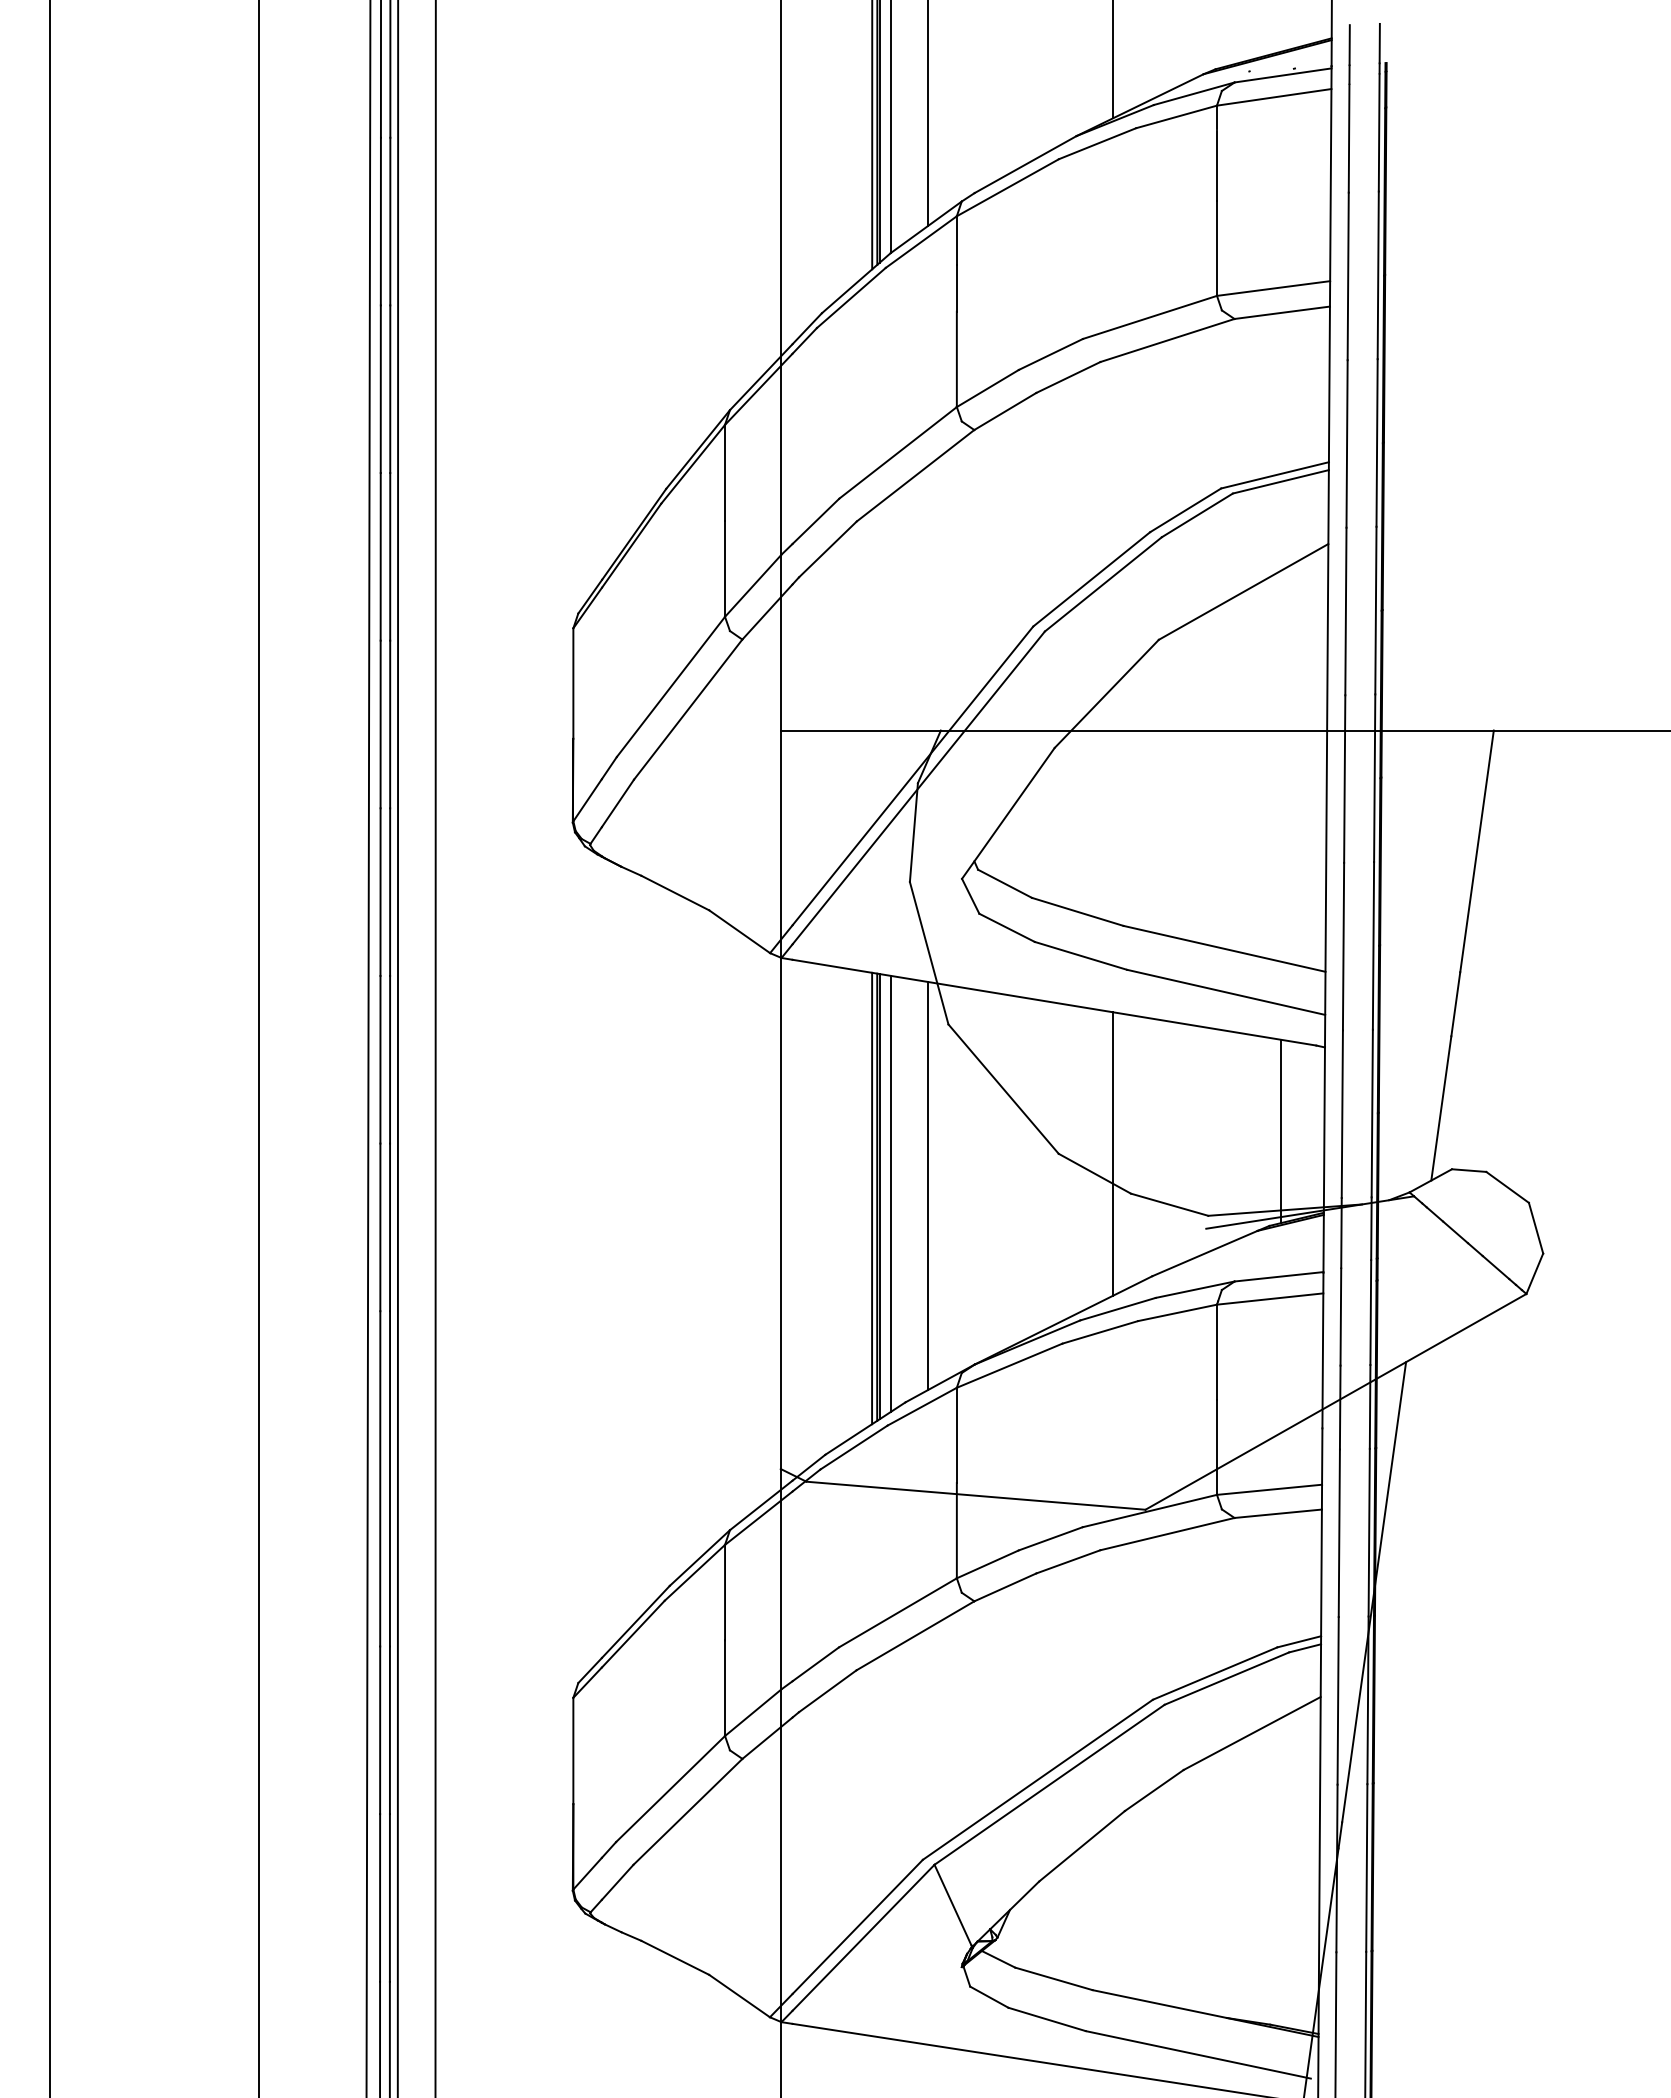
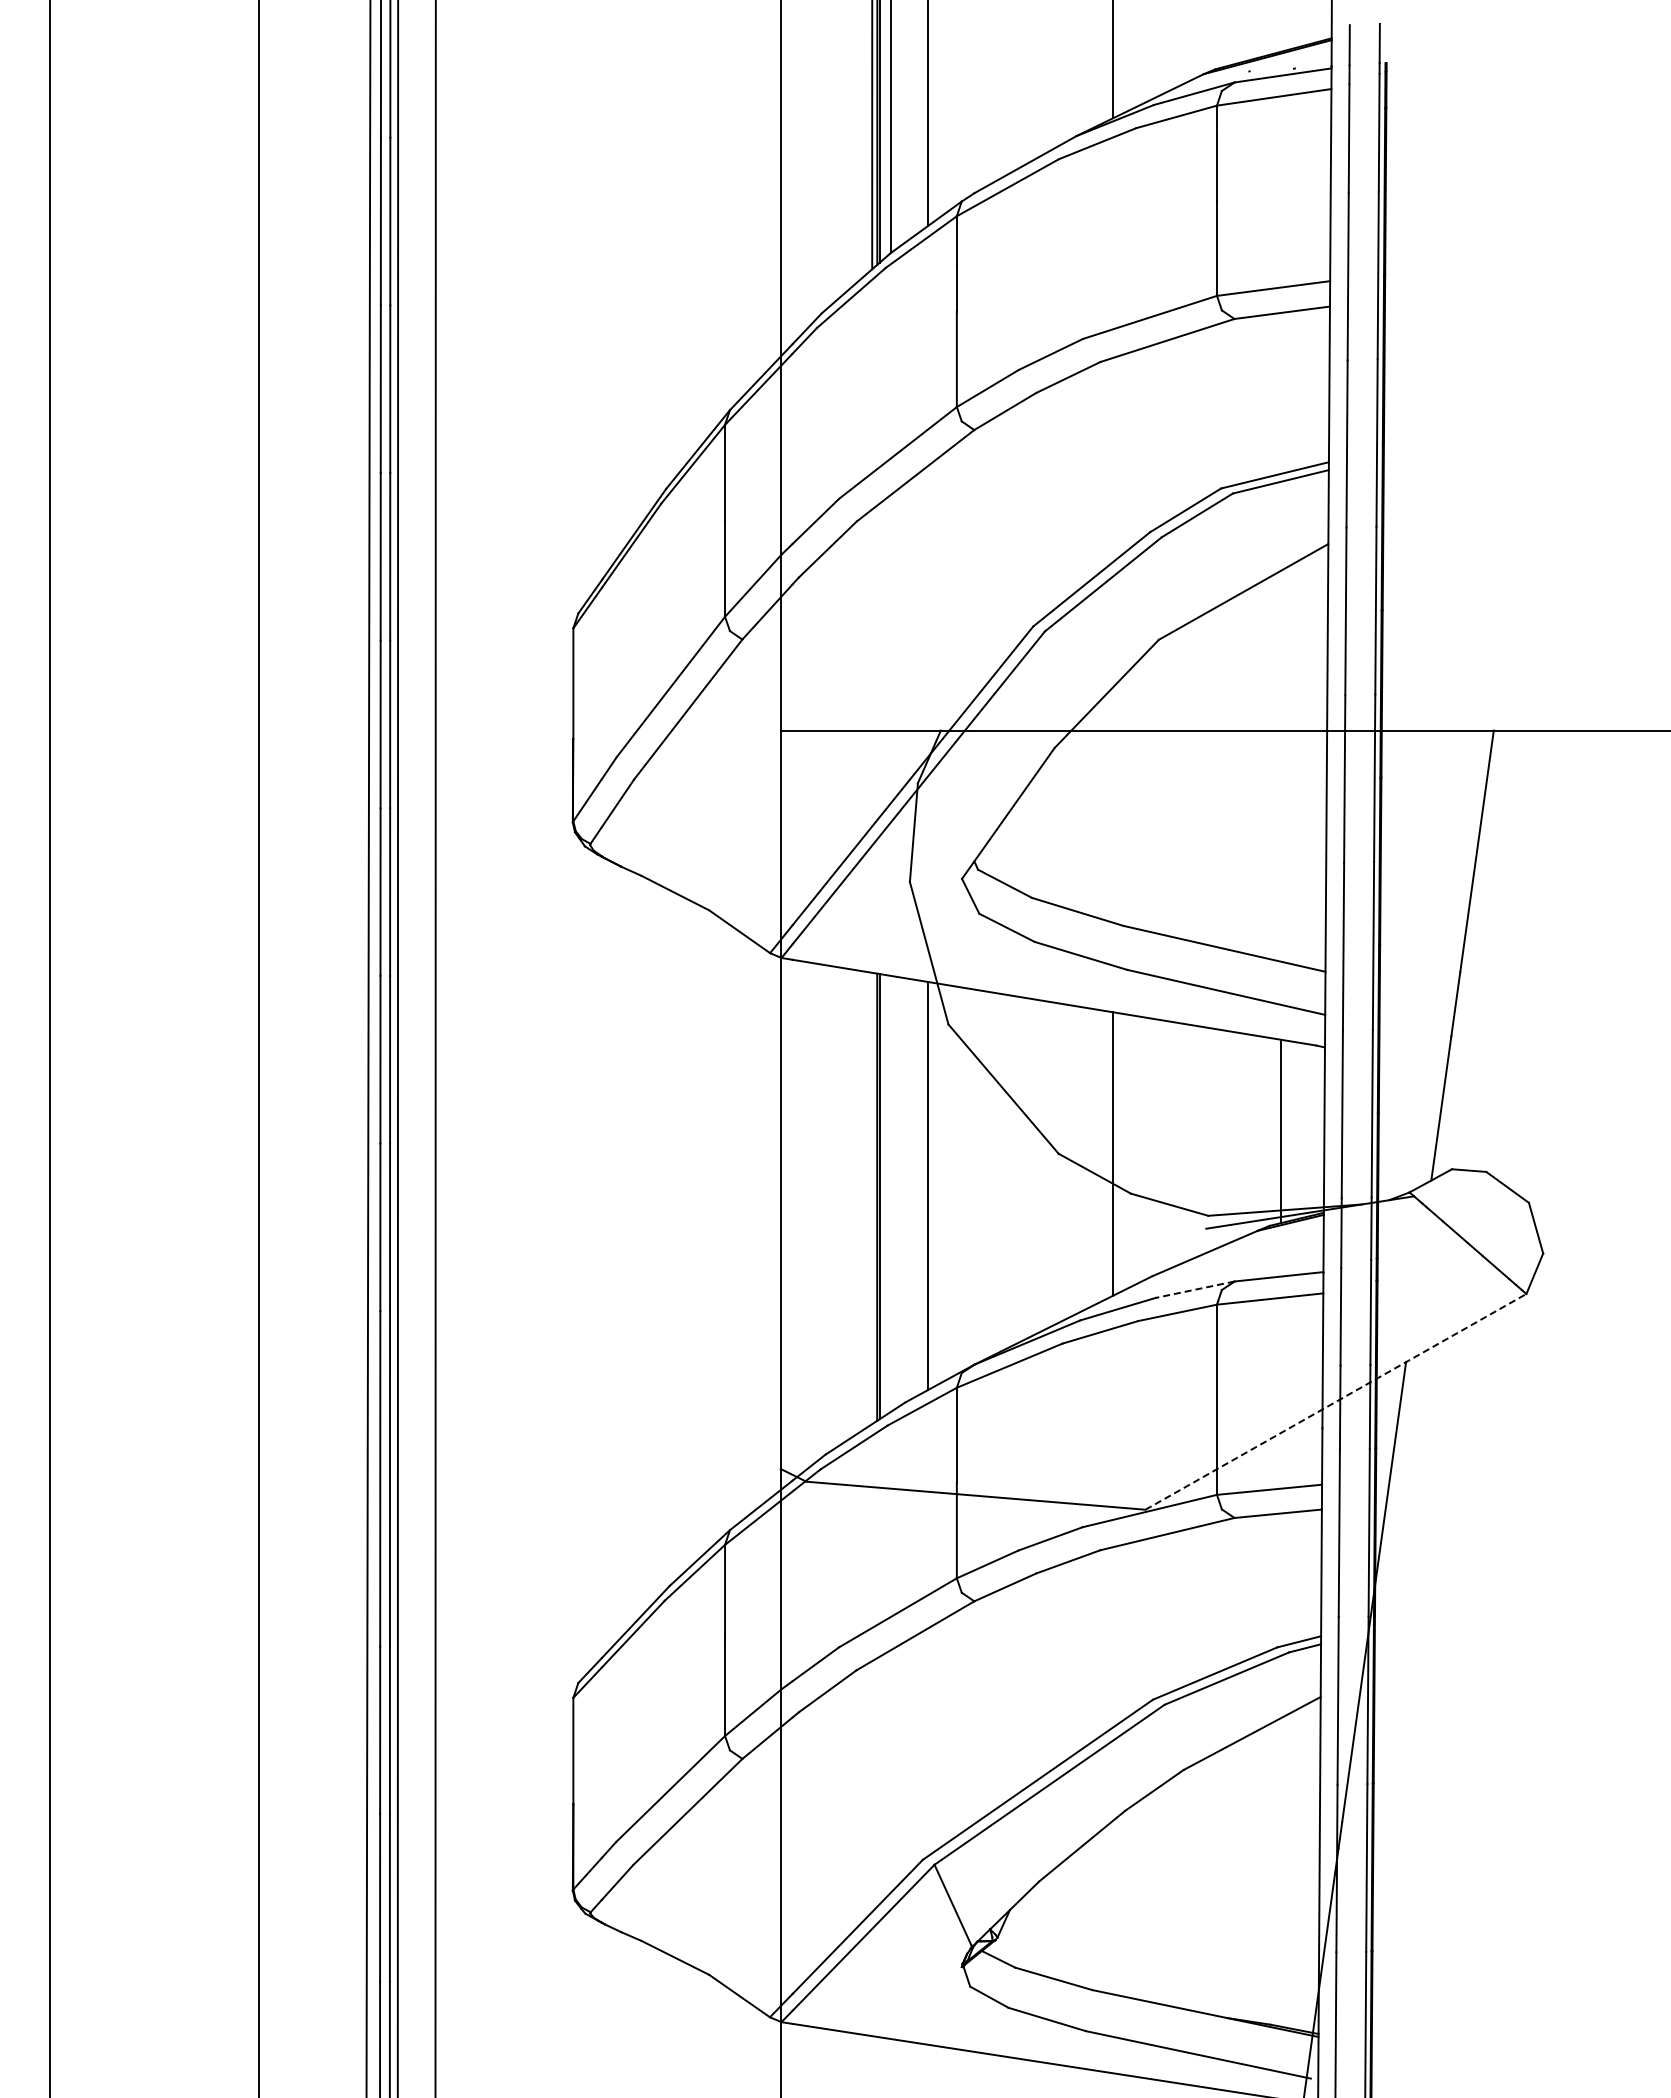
line at (890, 1193): present -> none
line at (872, 1198): present -> none
line at (1194, 1289): solid -> dashed
line at (1335, 1401): solid -> dashed
